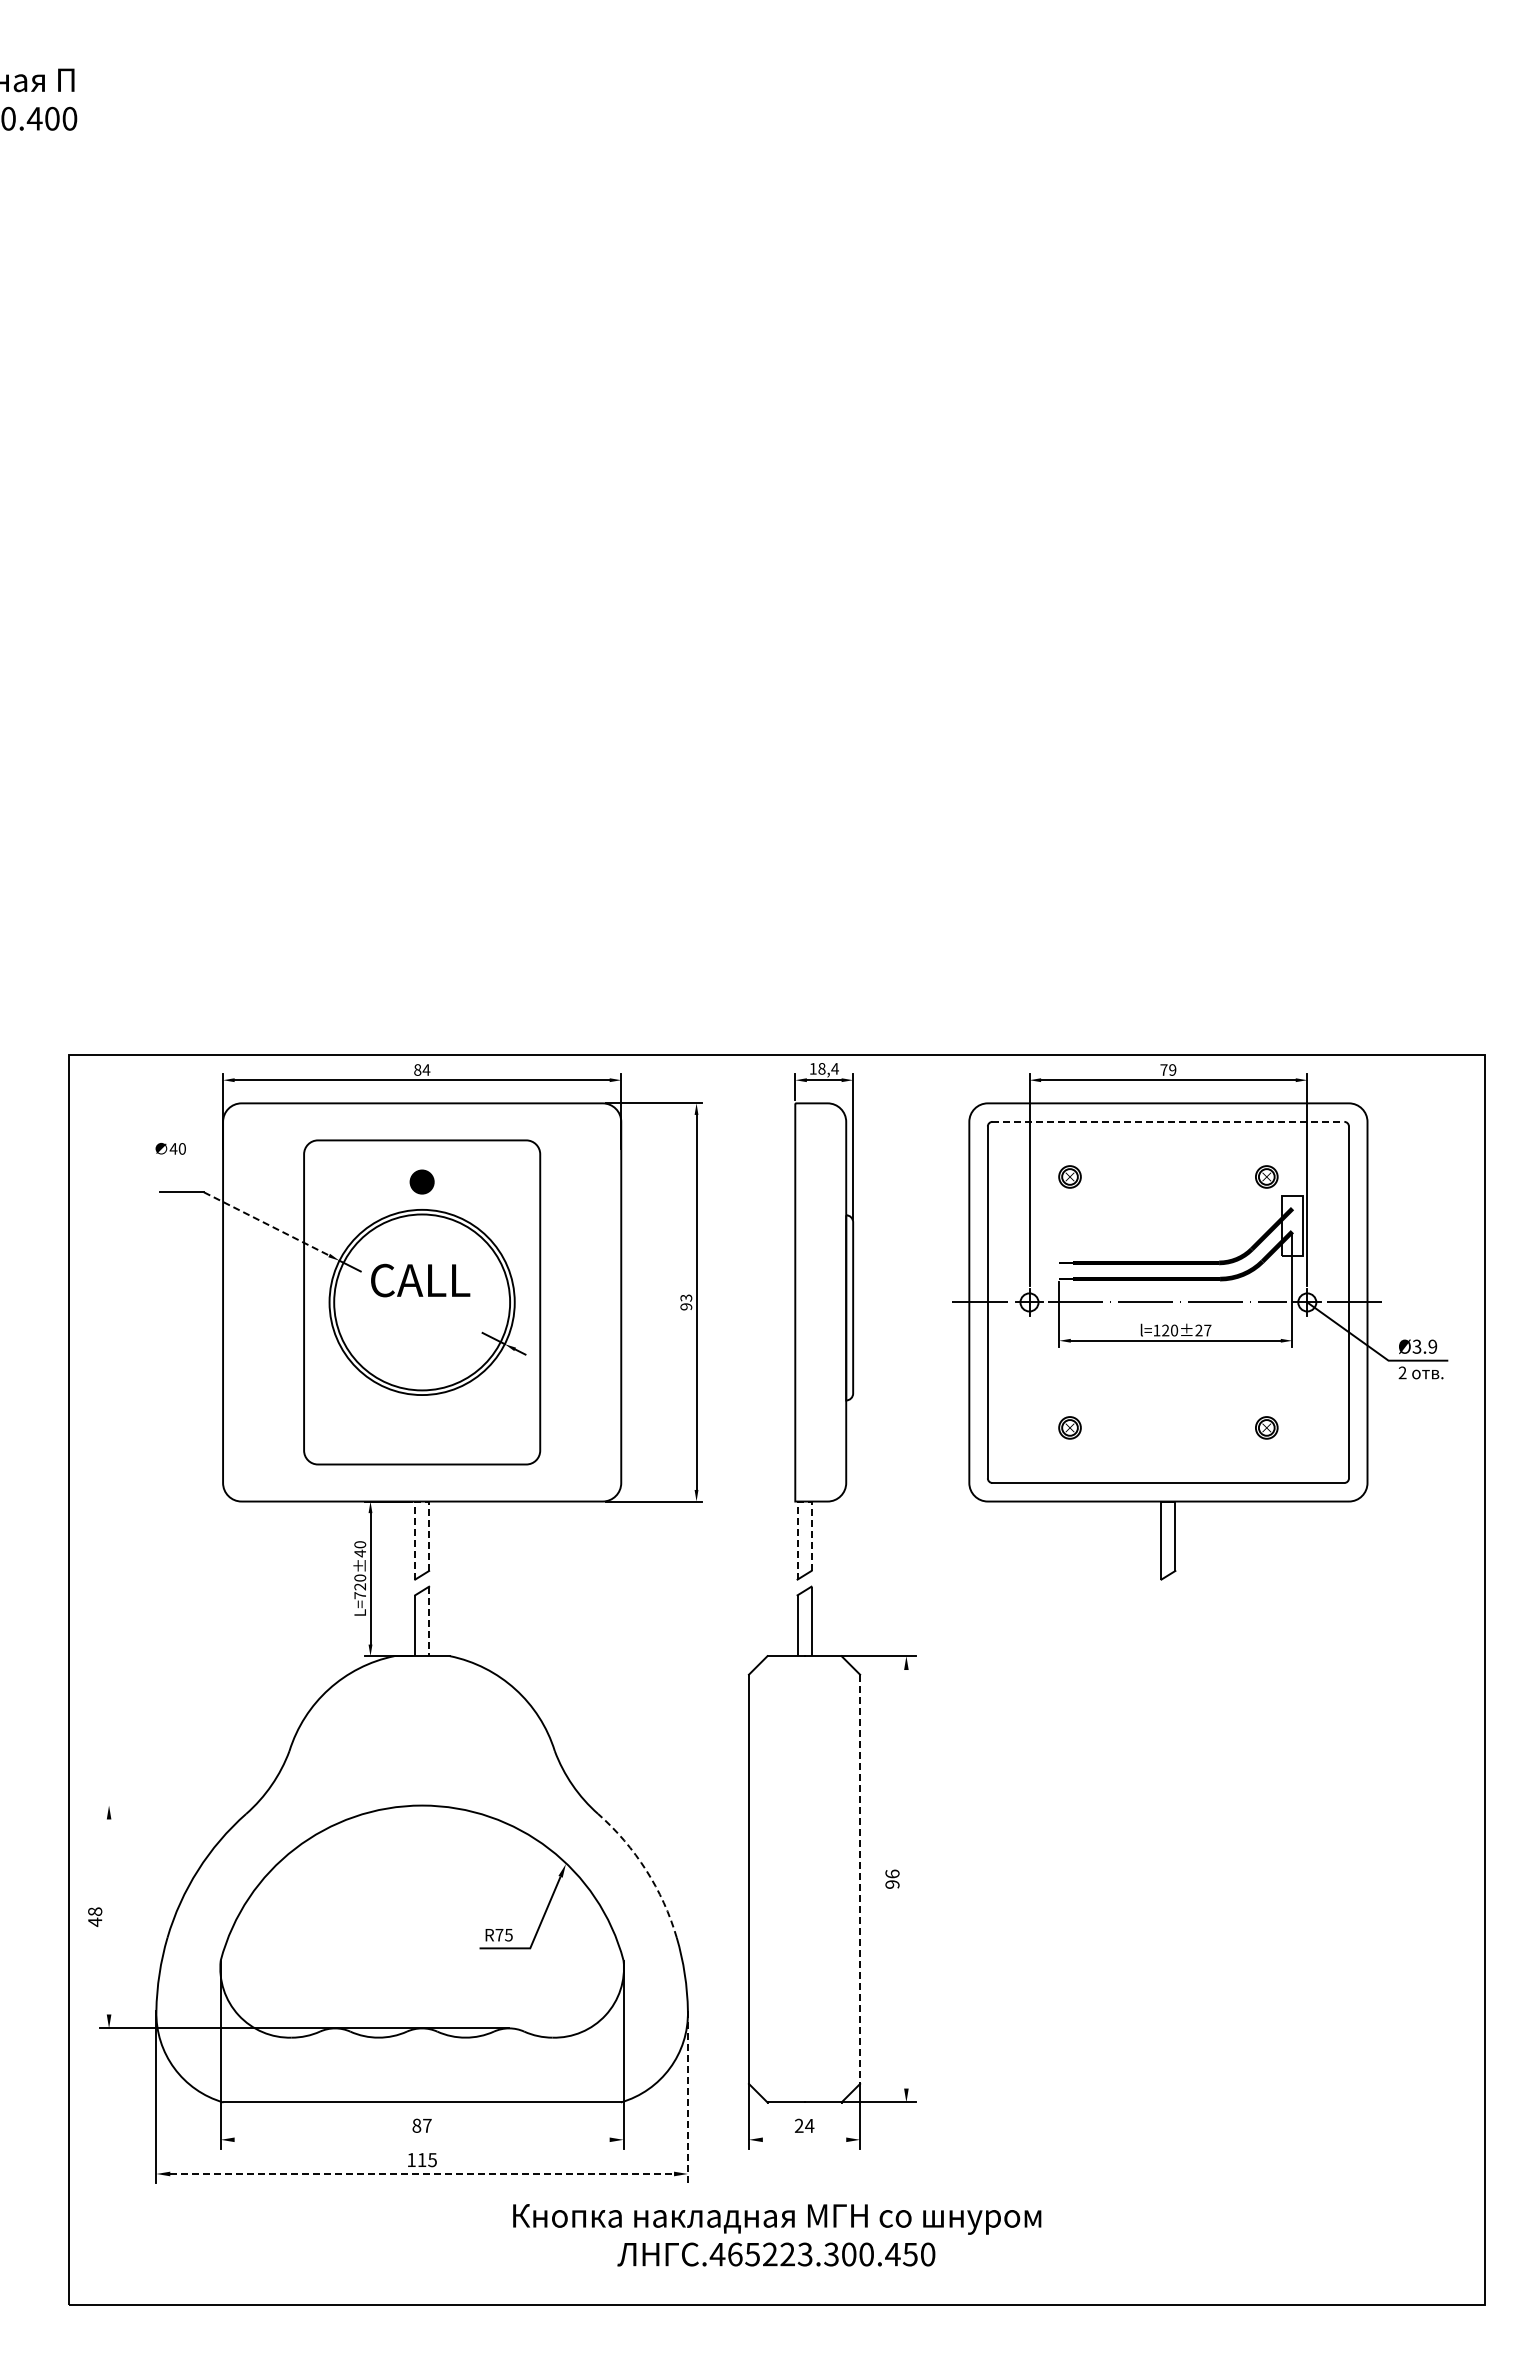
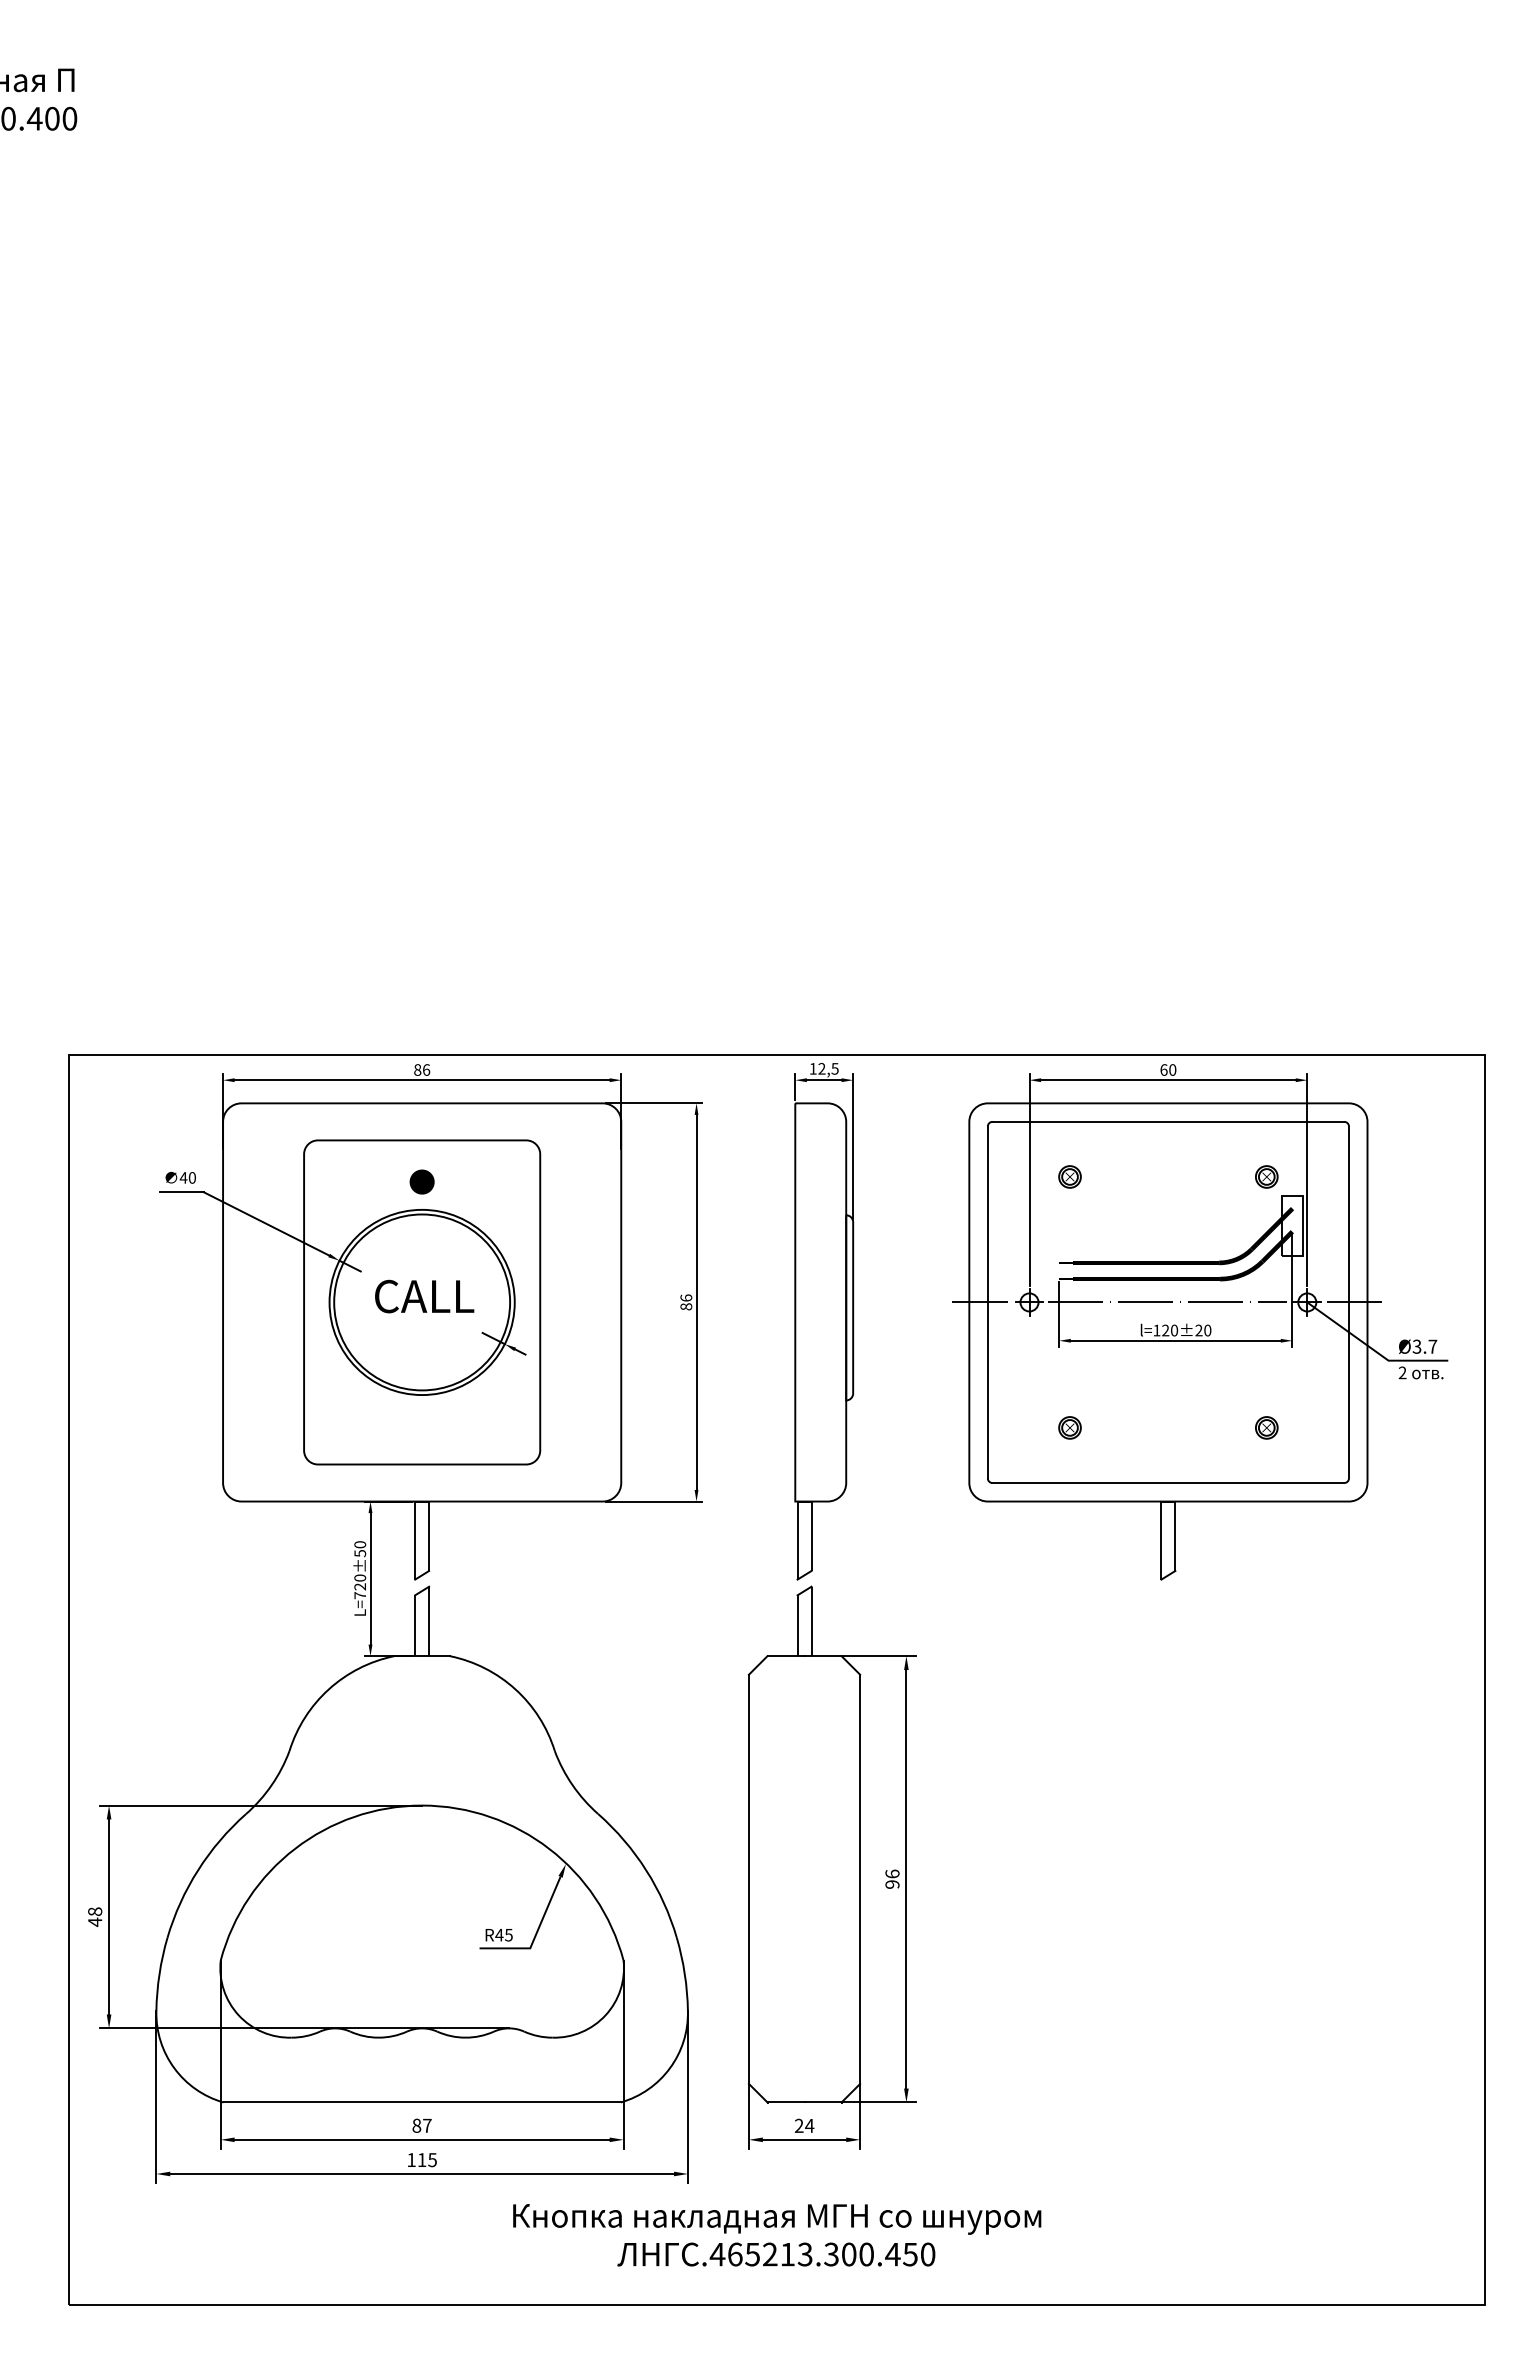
text at (828, 1068): 18,4 -> 12,5
text at (425, 1069): 84 -> 86
text at (1168, 1069): 79 -> 60
line at (1168, 1121): dashed -> solid
text at (170, 1148) position: (170, 1148) -> (180, 1177)
line at (267, 1224): dashed -> solid
text at (420, 1280) position: (420, 1280) -> (424, 1296)
text at (686, 1302): 93 -> 86
text at (1207, 1330): l=120±27 -> l=120±20
text at (1432, 1346): Ø3.9 -> Ø3.7
line at (418, 1501): dashed -> solid
line at (800, 1501): dashed -> solid
text at (360, 1553): L=720±40 -> L=720±50
line at (429, 1621): dashed -> solid
line at (260, 1805): none -> present
arc at (646, 1870): dashed -> solid
line at (860, 1879): dashed -> solid
line at (906, 1879): none -> present
line at (109, 1916): none -> present
text at (499, 1935): R75 -> R45
line at (687, 2097): dashed -> solid
line at (421, 2139): none -> present
line at (804, 2139): none -> present
line at (422, 2173): dashed -> solid
text at (787, 2254): .465223.300.450 -> .465213.300.450
